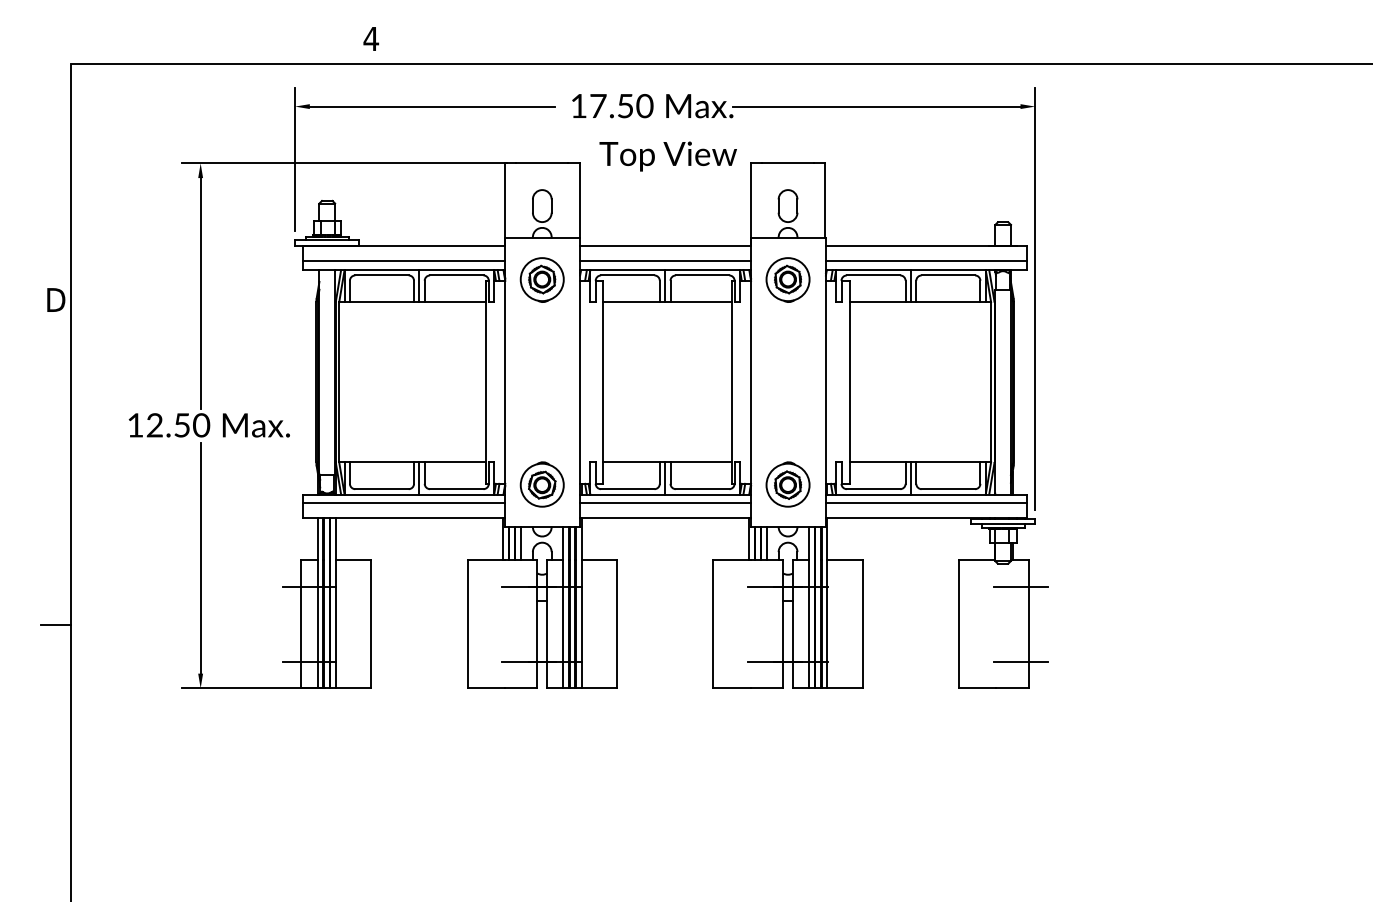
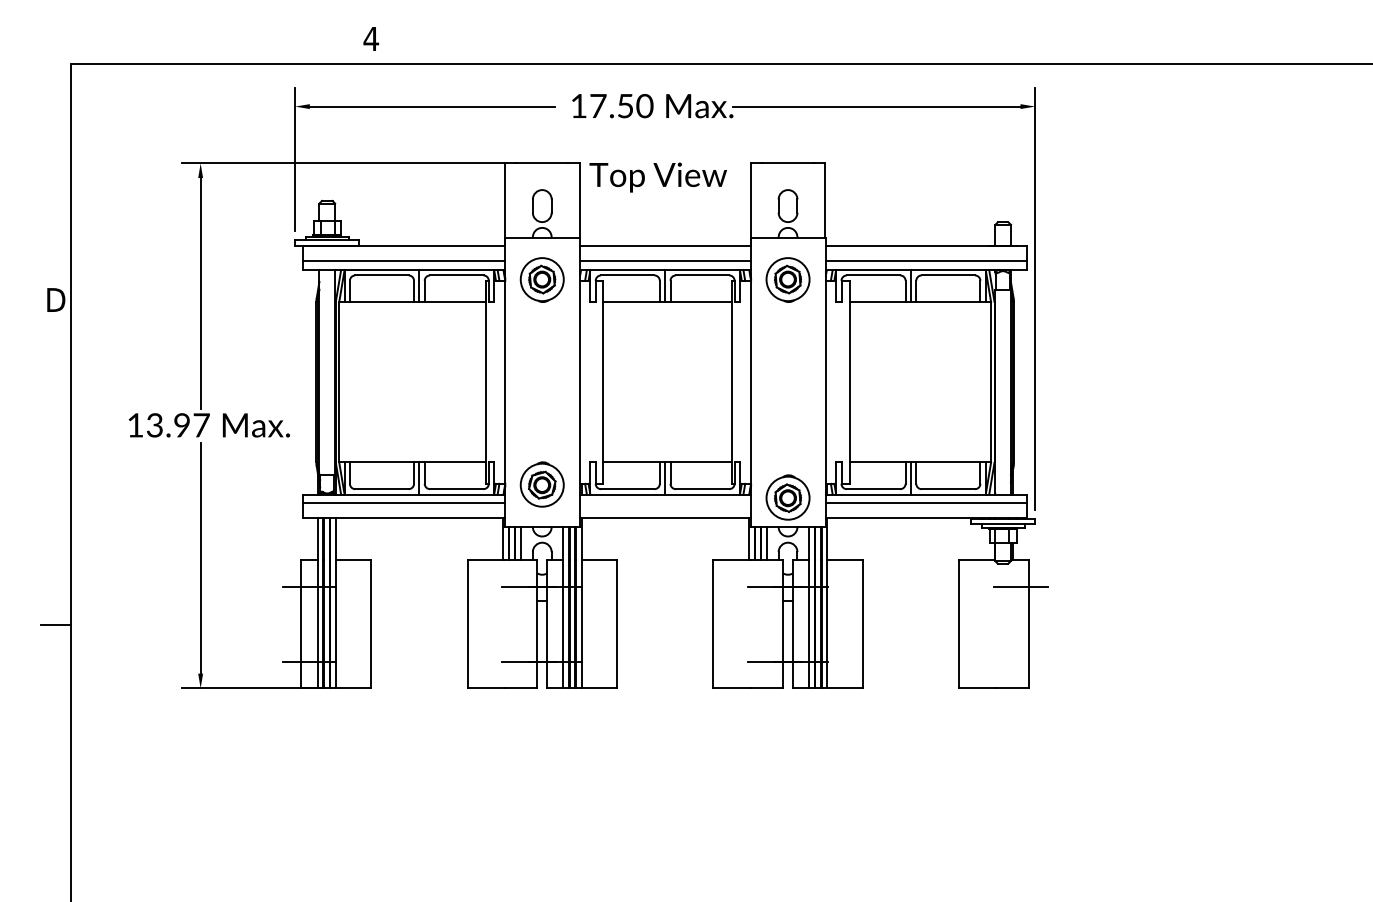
text at (667, 156) position: (667, 156) -> (657, 177)
text at (178, 425): 12.50 -> 13.97
part at (787, 484) position: (787, 484) -> (787, 497)
line at (665, 503): present -> none
line at (1020, 661): present -> none
